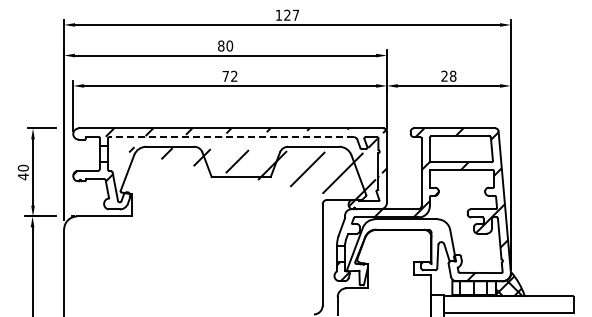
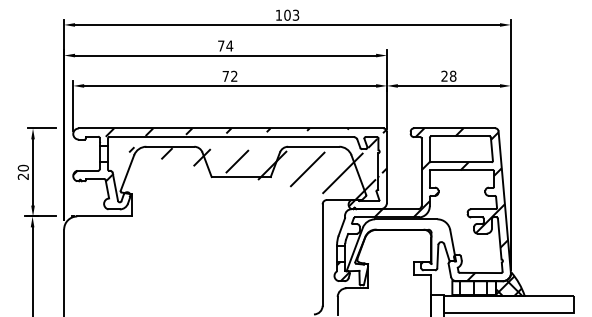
text at (291, 14): 127 -> 103
text at (225, 45): 80 -> 74
line at (231, 137): dashed -> solid
text at (22, 176): 40 -> 20
